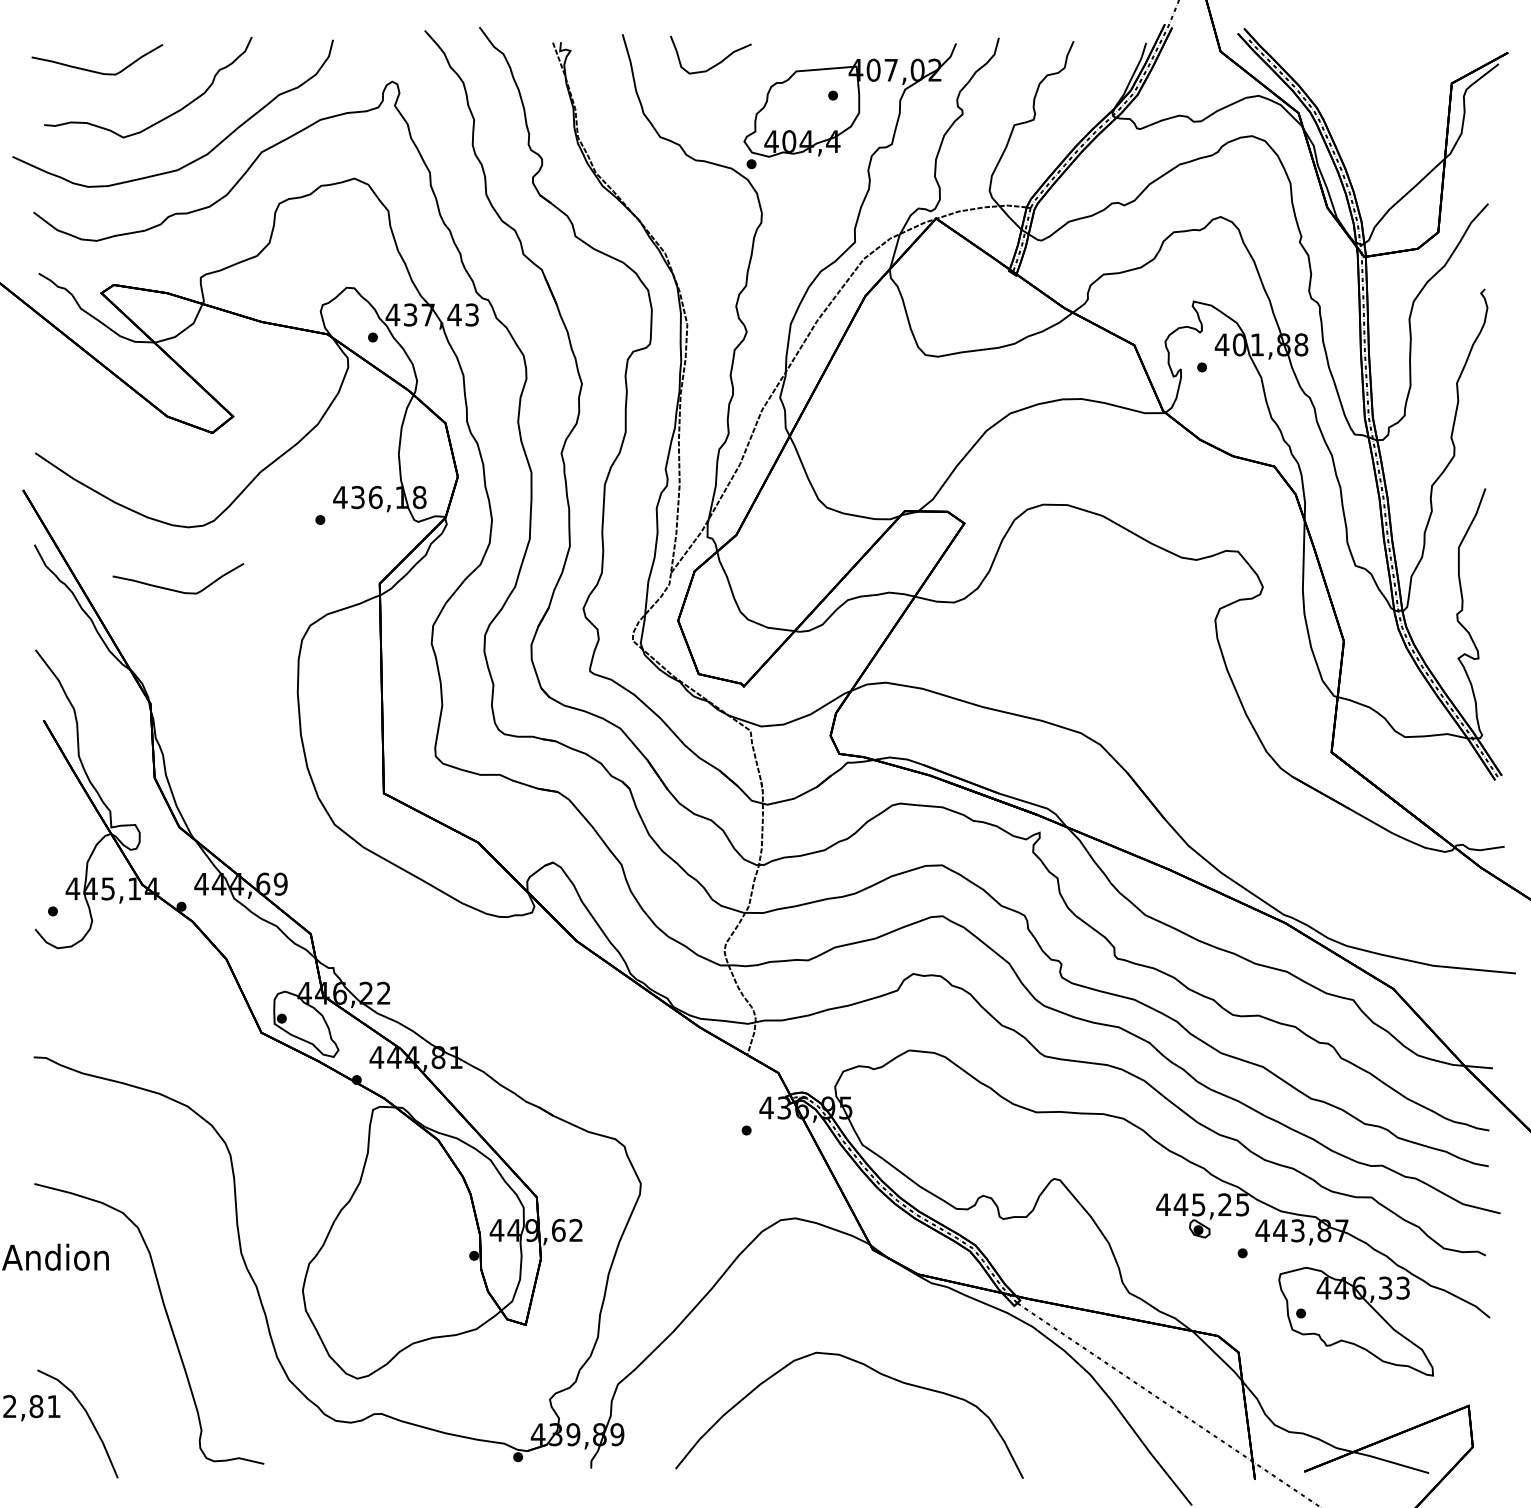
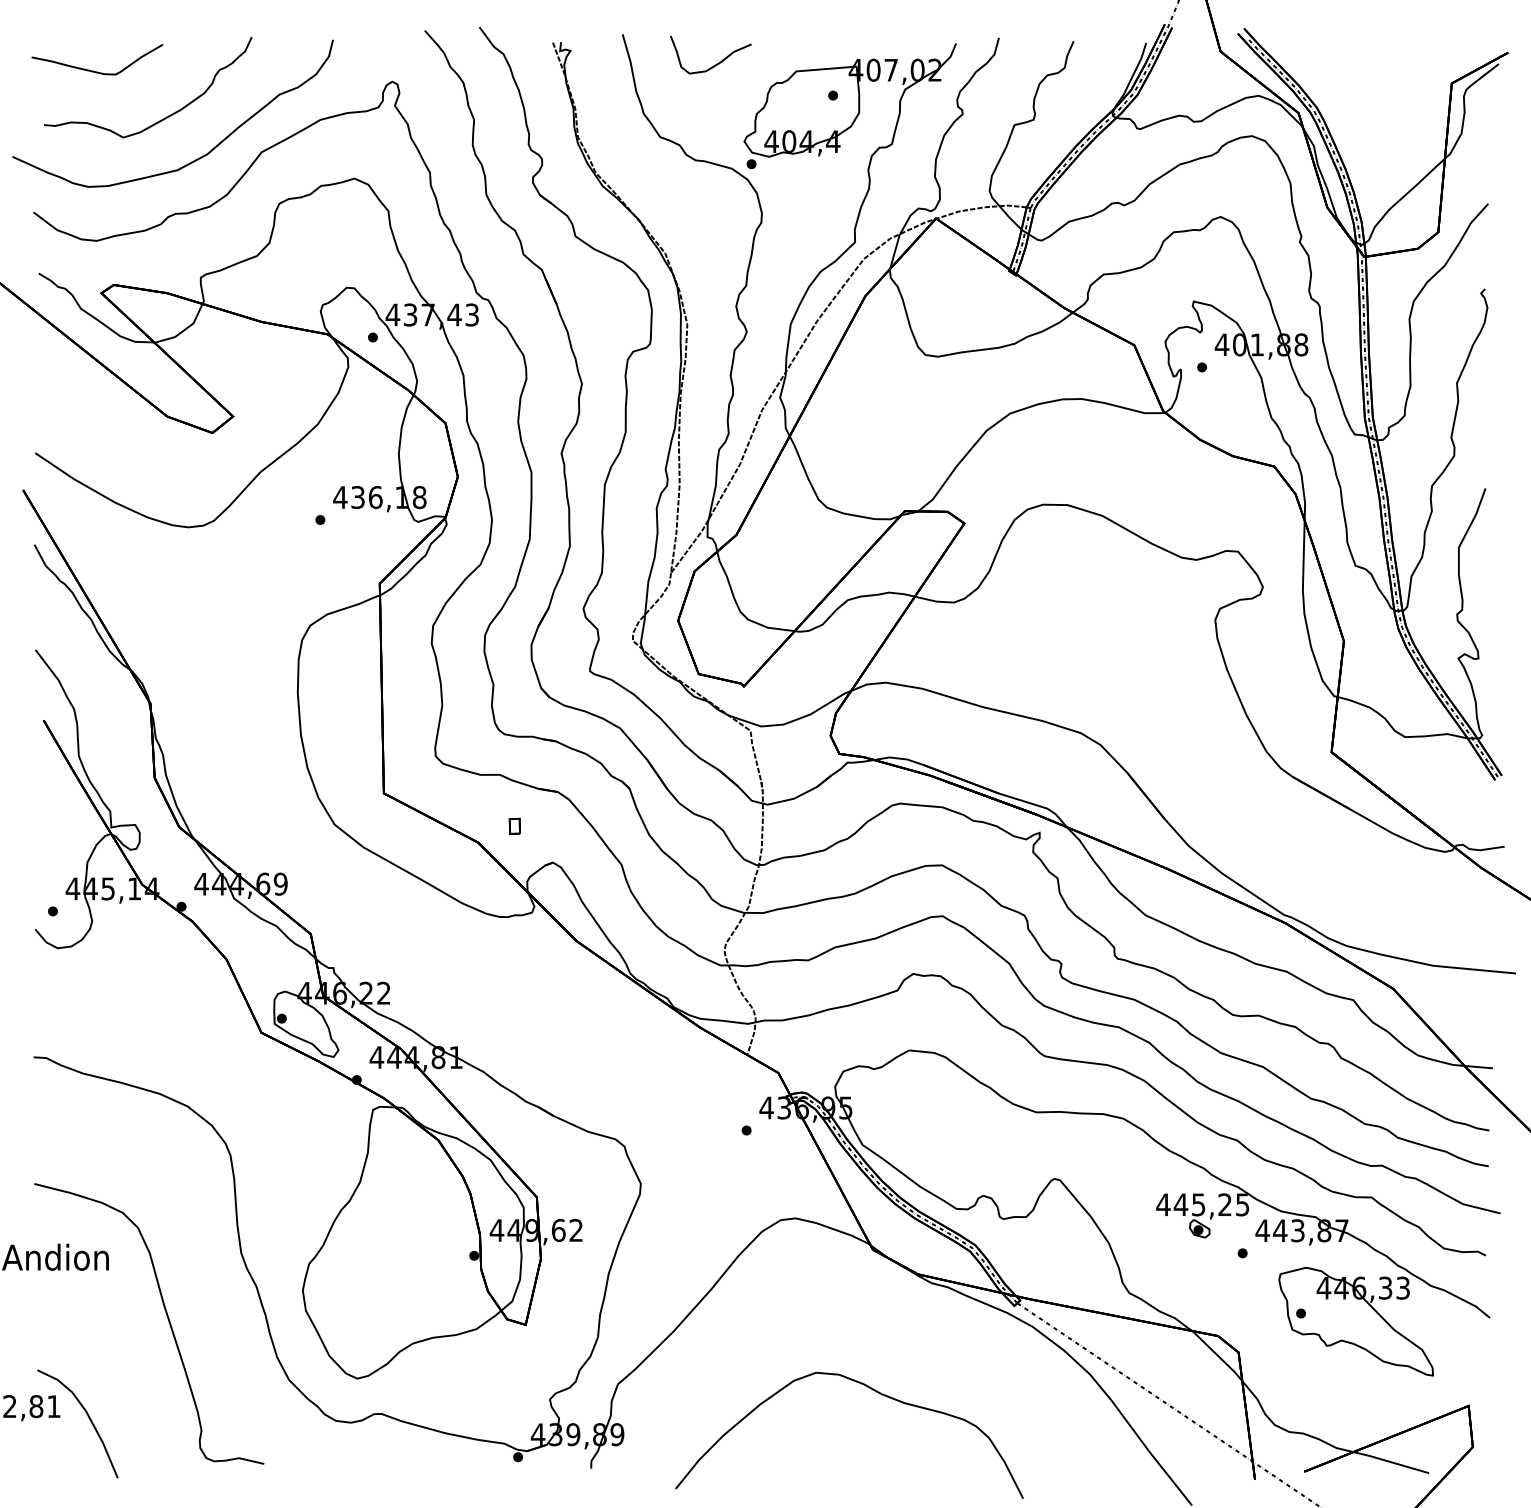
curve at (174, 589): present -> none
part at (514, 825): none -> present
curve at (872, 1370) position: (872, 1370) -> (872, 1390)
